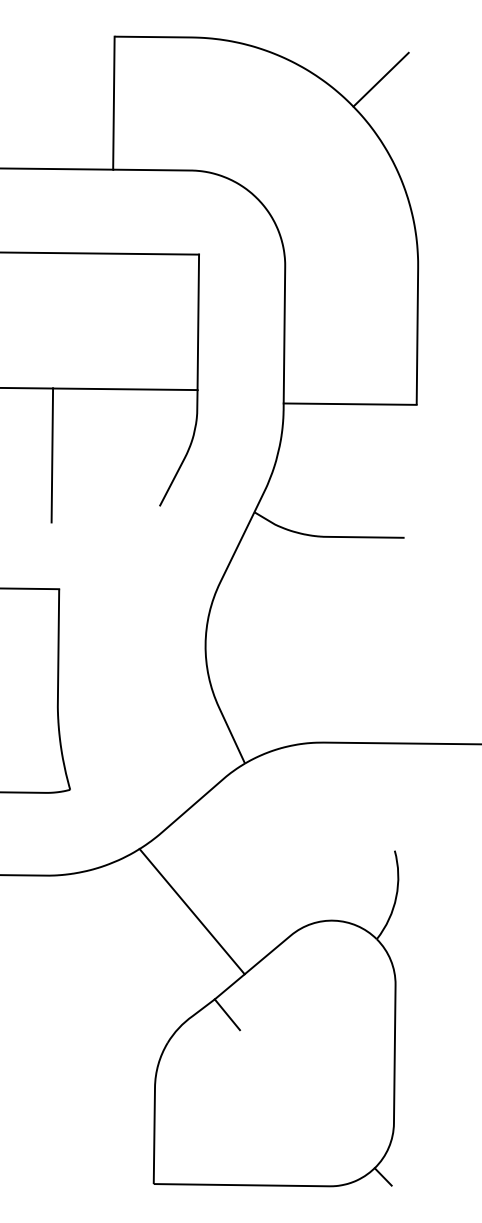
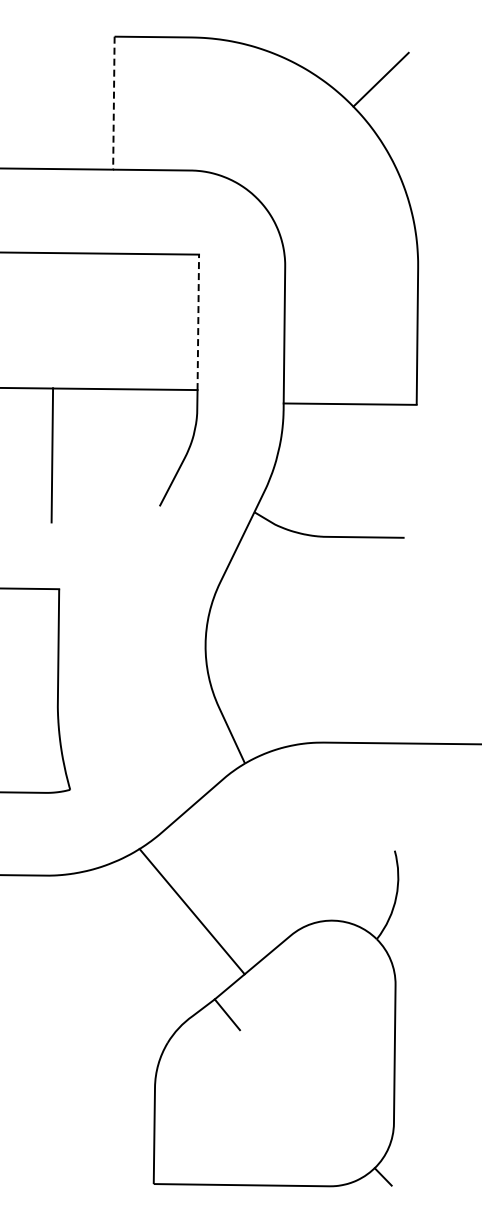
line at (113, 103): solid -> dashed
line at (198, 322): solid -> dashed
